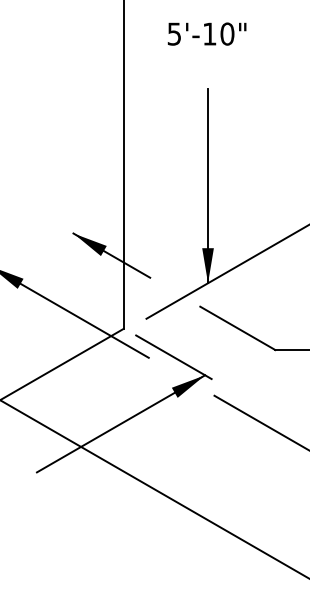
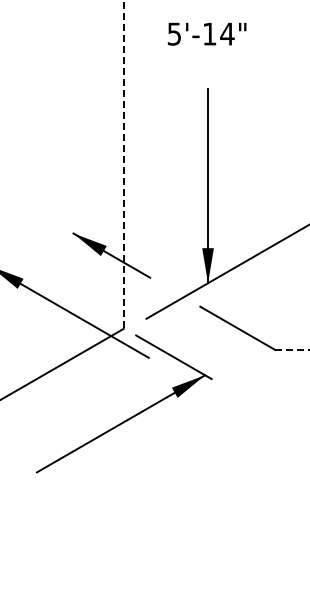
text at (227, 33): 5'-10" -> 5'-14"
line at (123, 164): solid -> dashed
line at (292, 350): solid -> dashed
line at (260, 422): present -> none
line at (154, 489): present -> none
